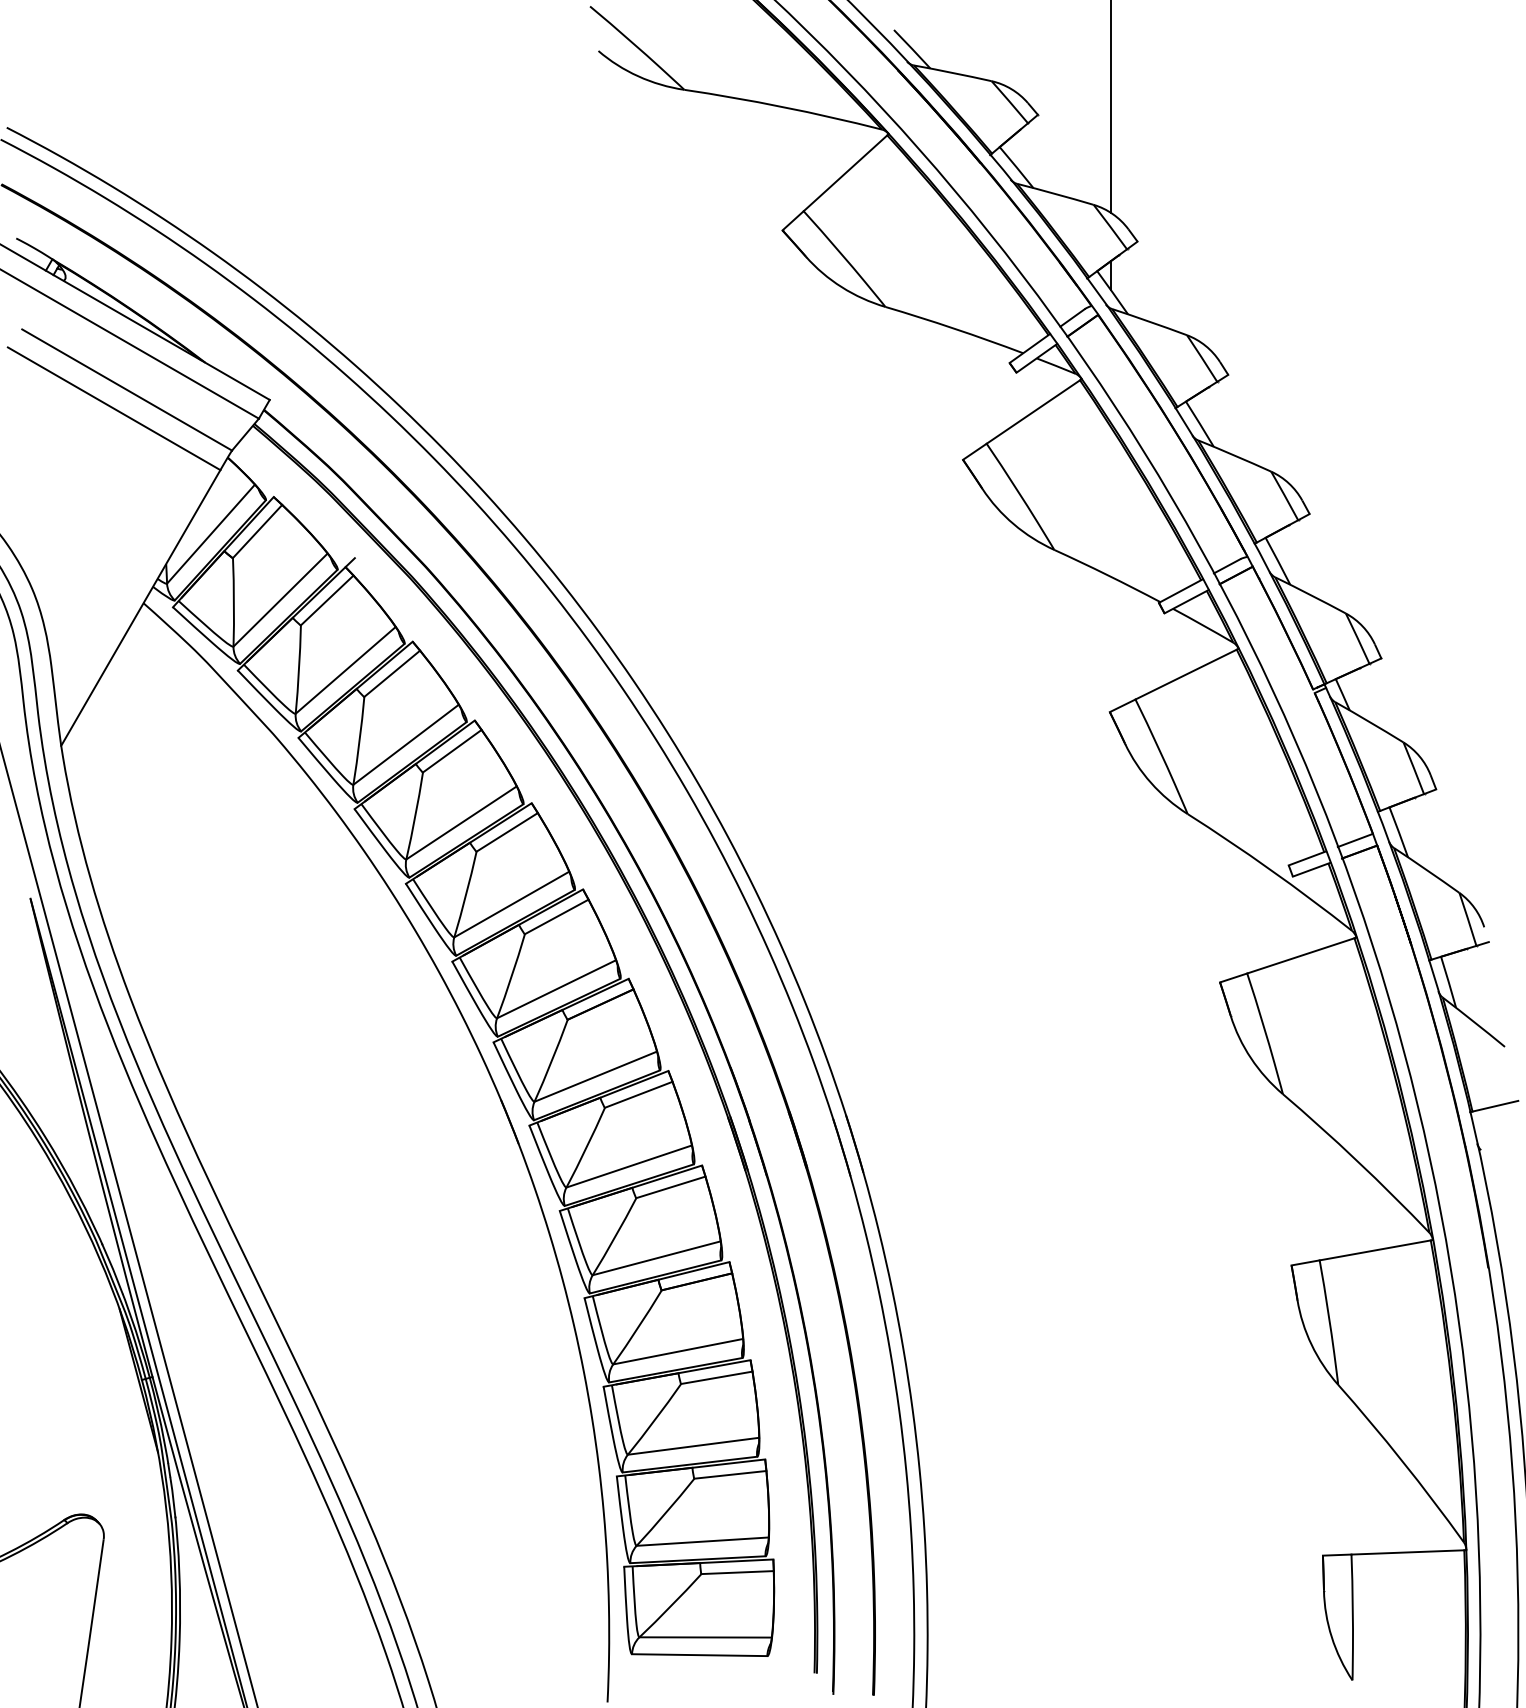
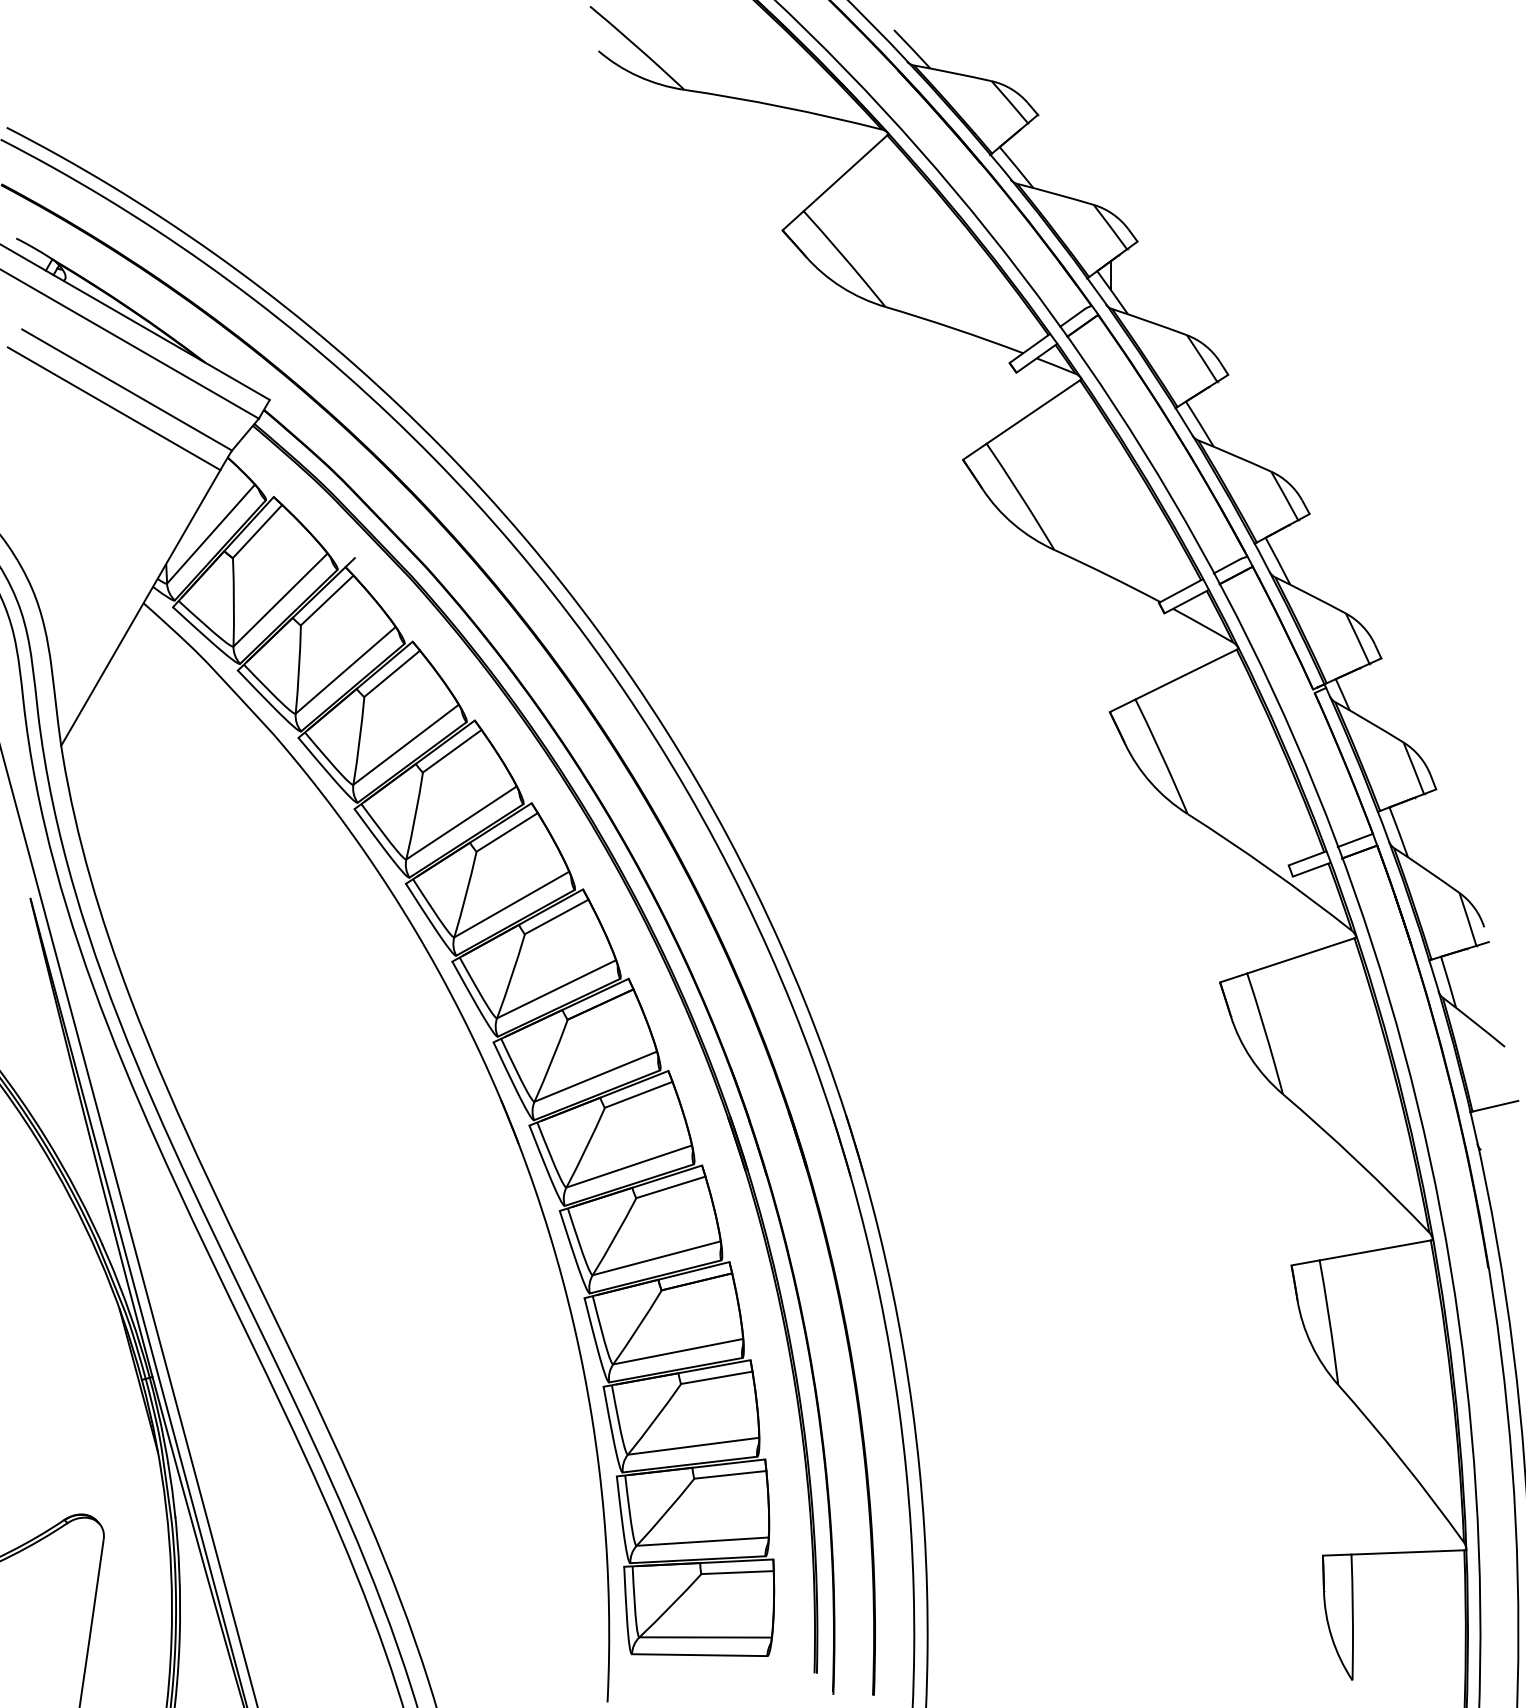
line at (1111, 107): present -> none
